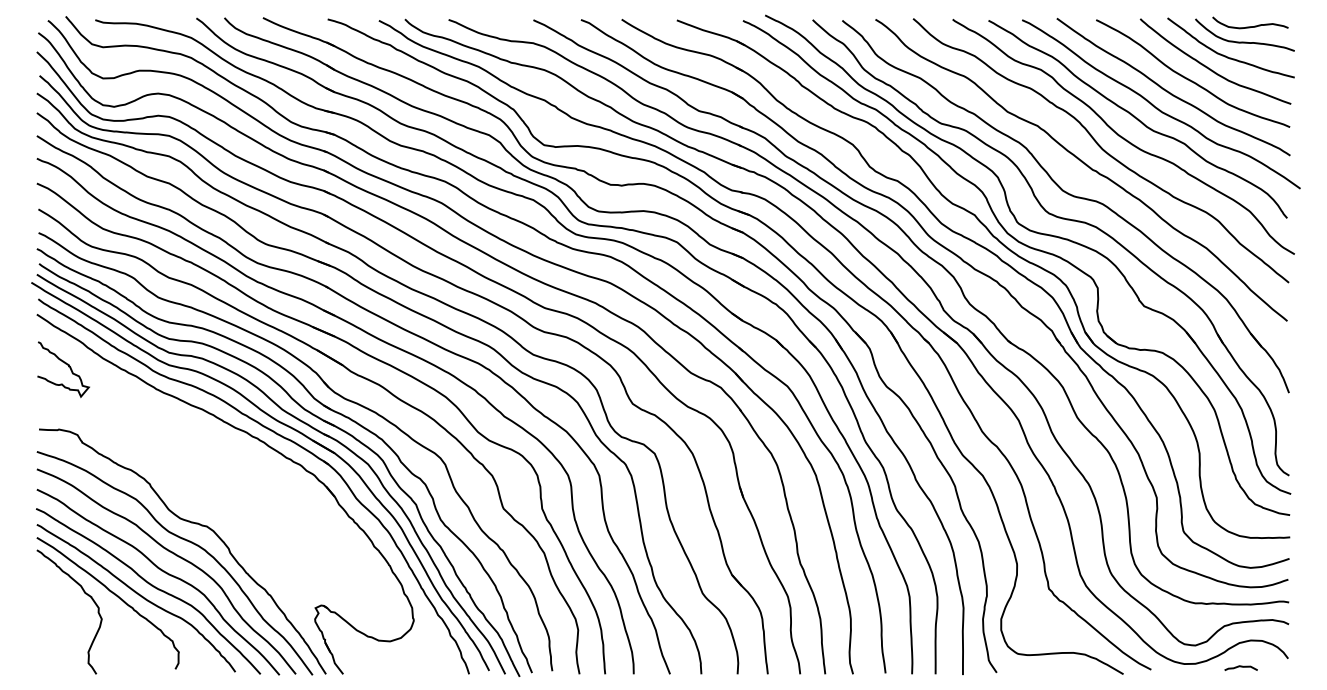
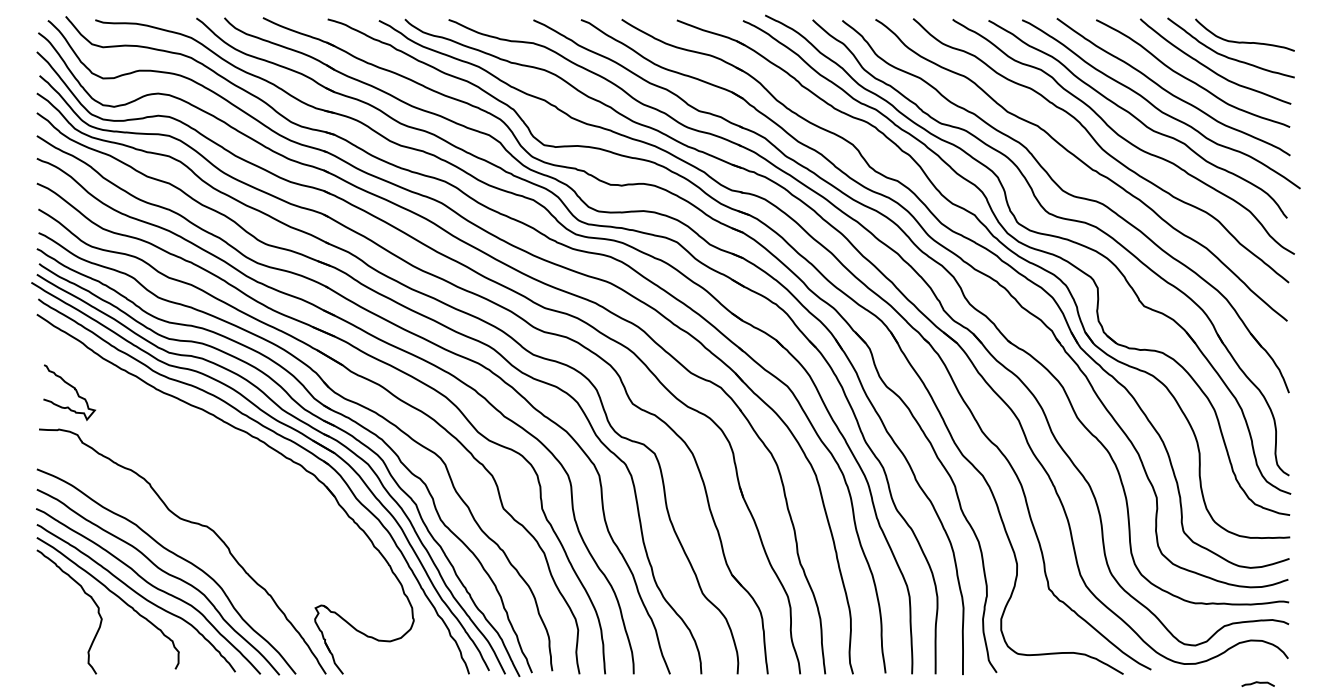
curve at (1250, 26): present -> none
curve at (65, 364) position: (65, 364) -> (71, 387)
curve at (181, 539): present -> none
curve at (1240, 667) position: (1240, 667) -> (1257, 683)
